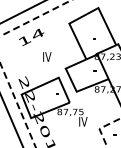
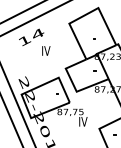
text at (47, 56) position: (47, 56) -> (46, 50)
line at (2, 67): dashed -> solid
line at (100, 128): dashed -> solid
